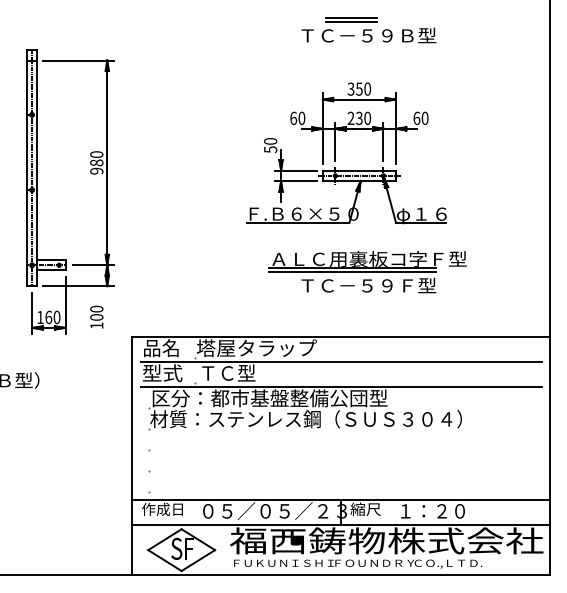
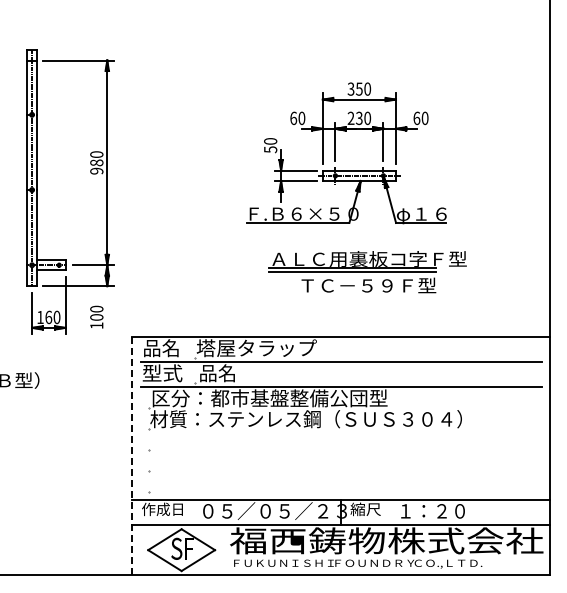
part at (368, 30): present -> none
text at (227, 373): ＴＣ型 -> 品名
line at (132, 455): solid -> dashed
